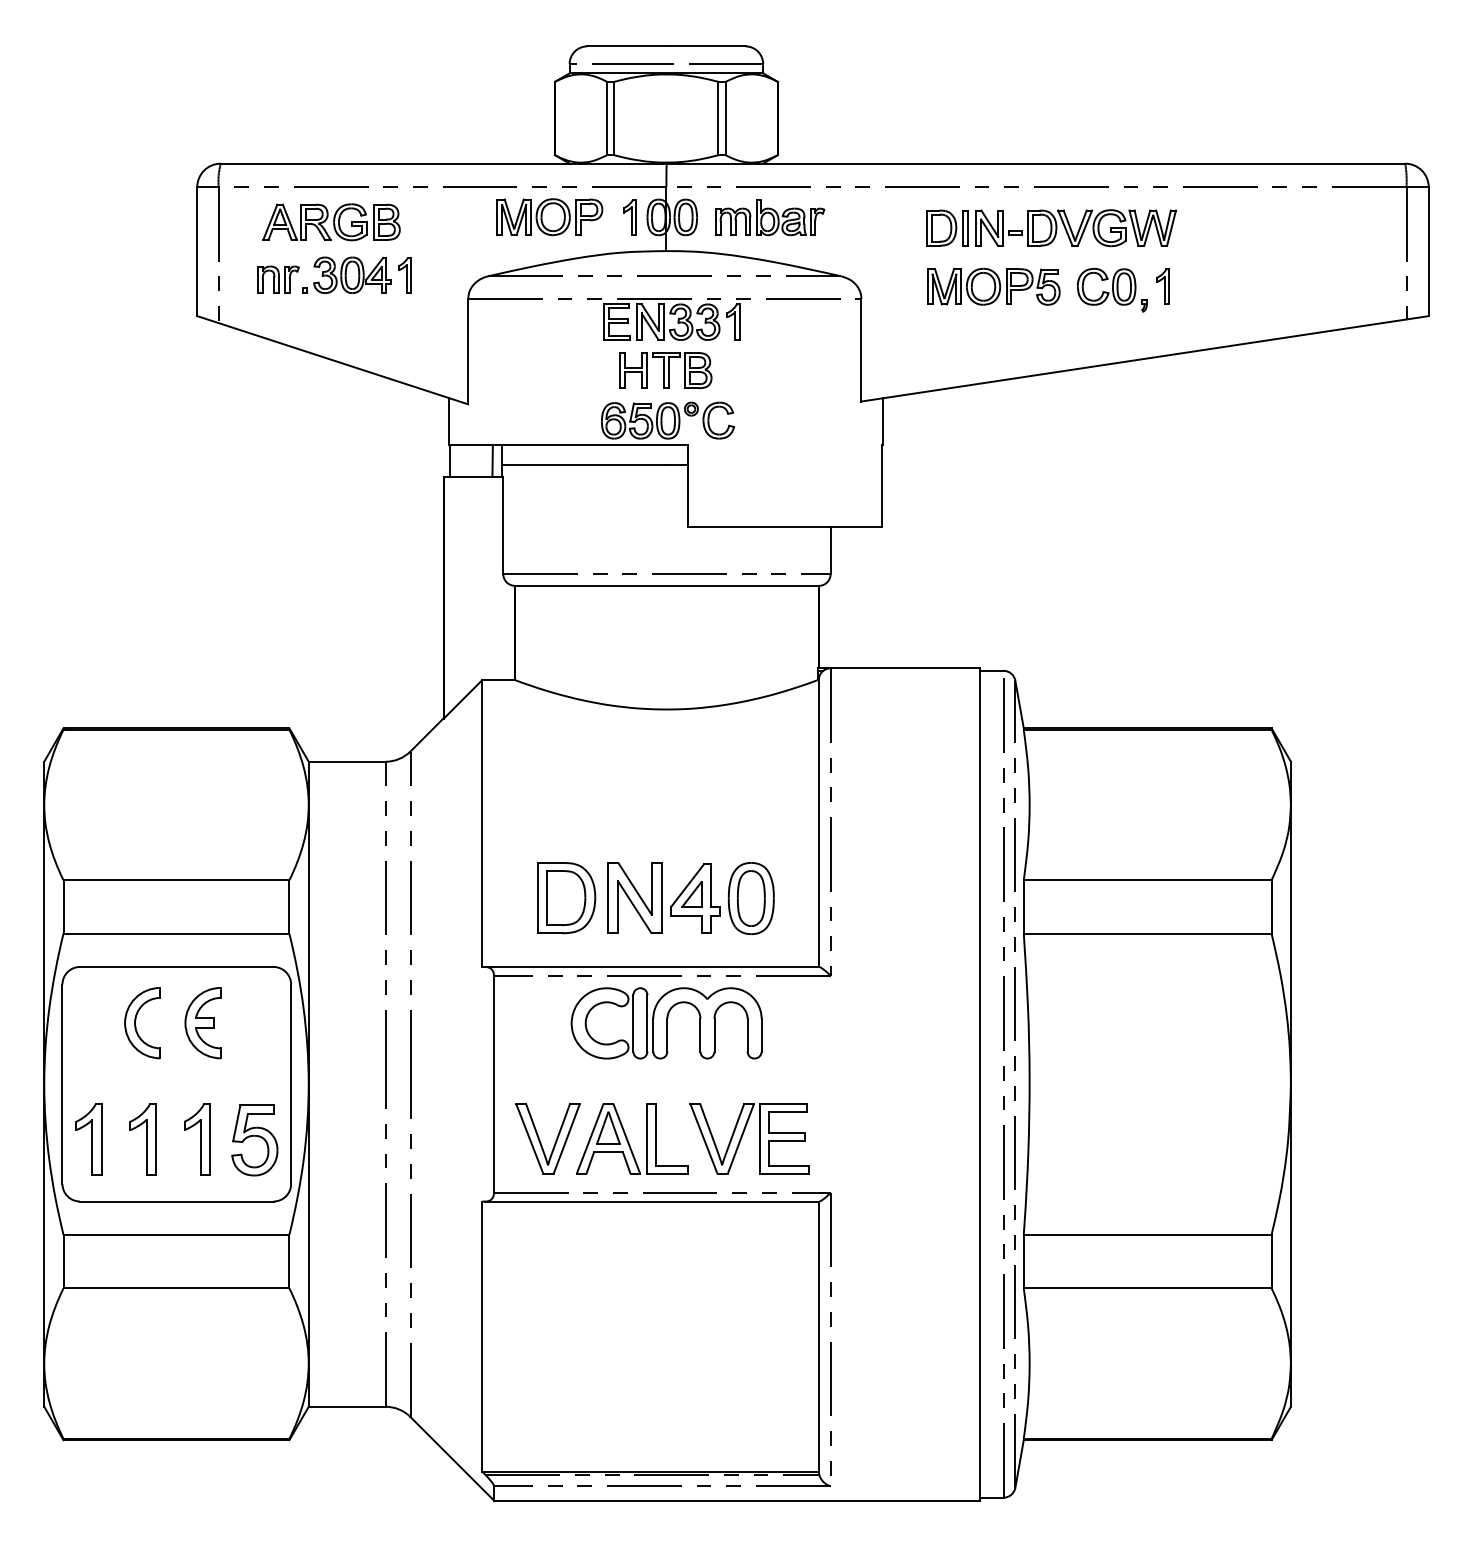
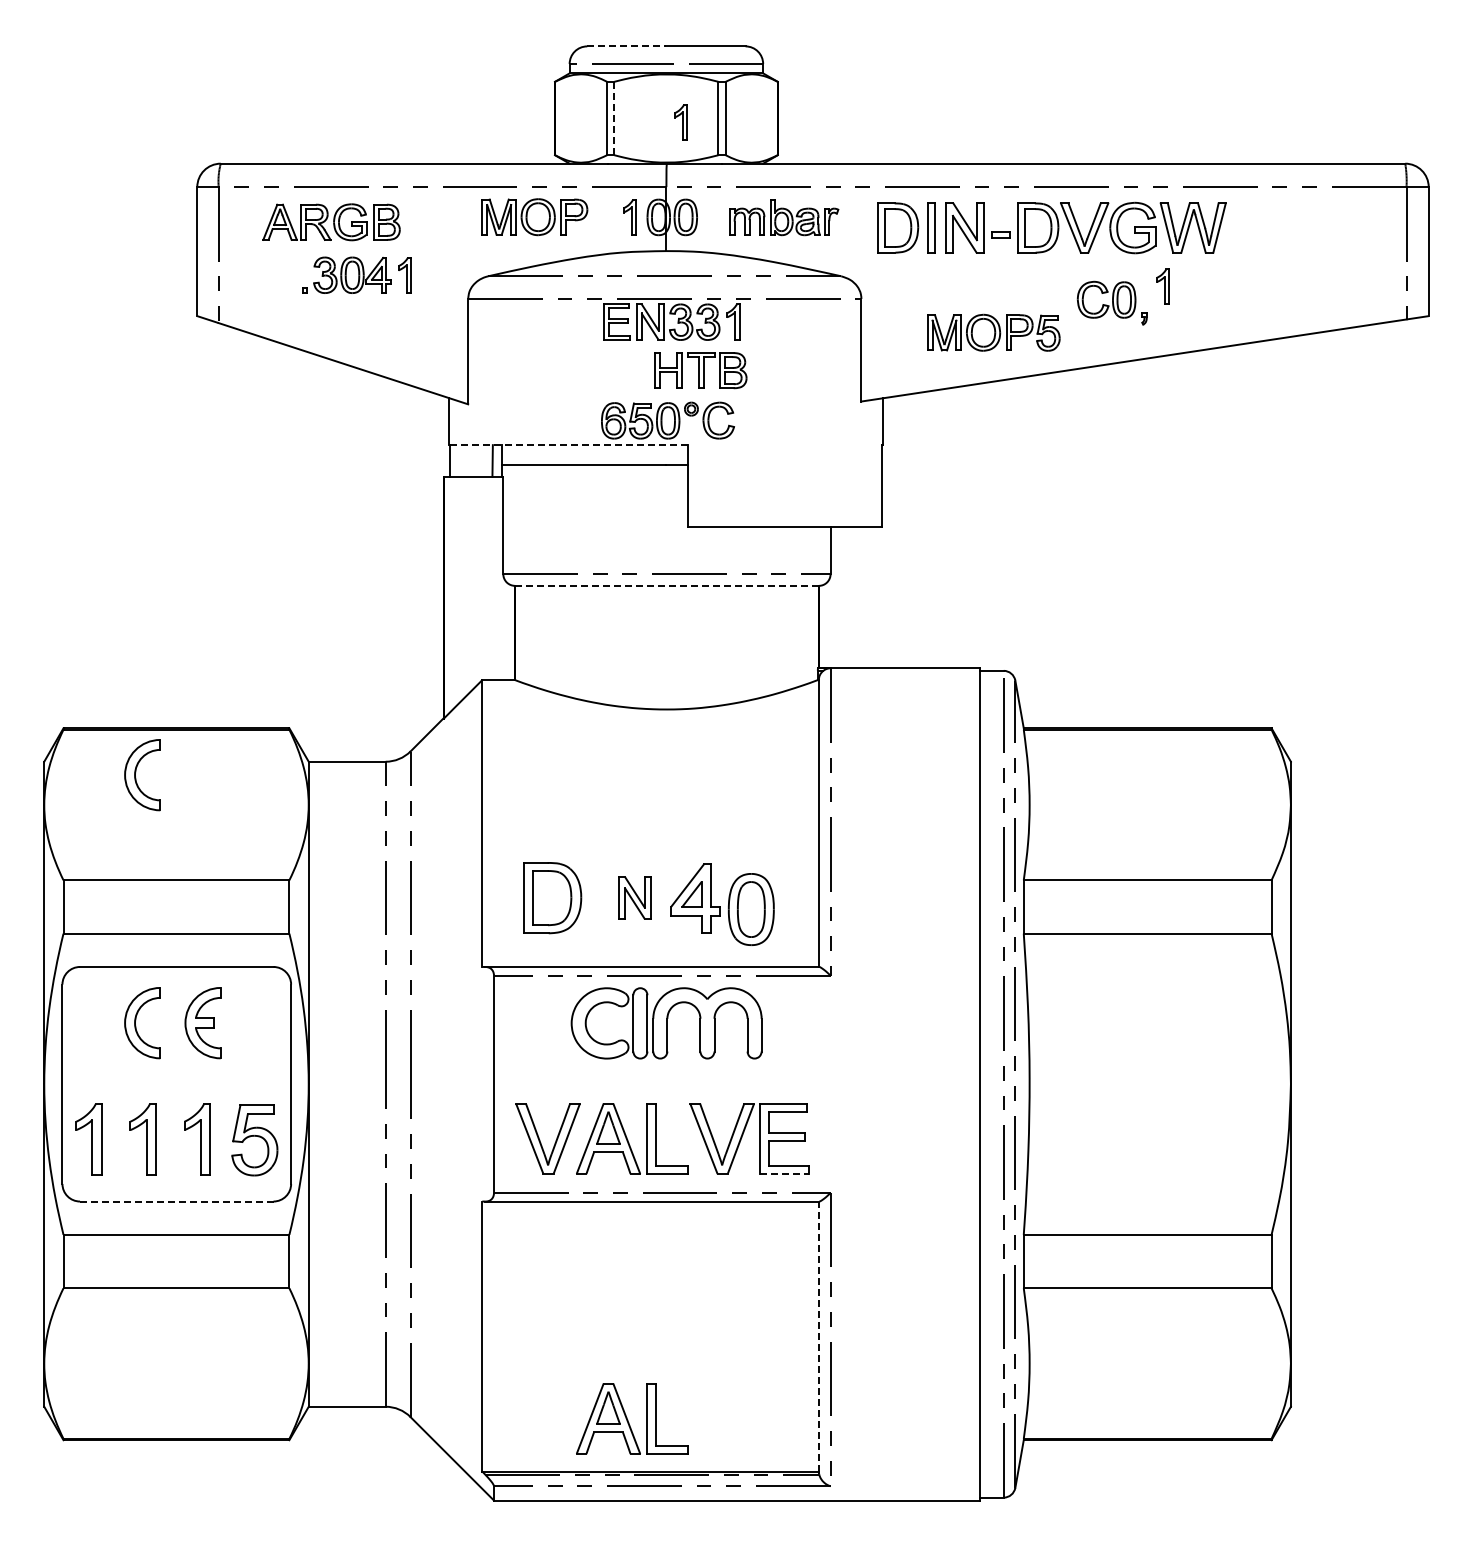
line at (626, 46): solid -> dashed
line at (614, 118): solid -> dashed
part at (680, 122): none -> present
part at (549, 217) position: (549, 217) -> (534, 217)
part at (770, 217) position: (770, 217) -> (784, 217)
part at (1051, 228) size: 251x39 px -> 350x54 px
part at (278, 279): present -> none
part at (993, 286) position: (993, 286) -> (993, 332)
part at (1111, 289) position: (1111, 289) -> (1111, 302)
part at (665, 370) position: (665, 370) -> (700, 370)
line at (567, 445): solid -> dashed
line at (666, 585): solid -> dashed
part at (136, 772): none -> present
part at (634, 897) size: 56x72 px -> 34x44 px
part at (566, 898) position: (566, 898) -> (552, 898)
part at (750, 898) position: (750, 898) -> (750, 909)
line at (784, 1173): solid -> dashed
line at (176, 1201): solid -> dashed
line at (818, 1336): solid -> dashed
part at (632, 1418): none -> present
